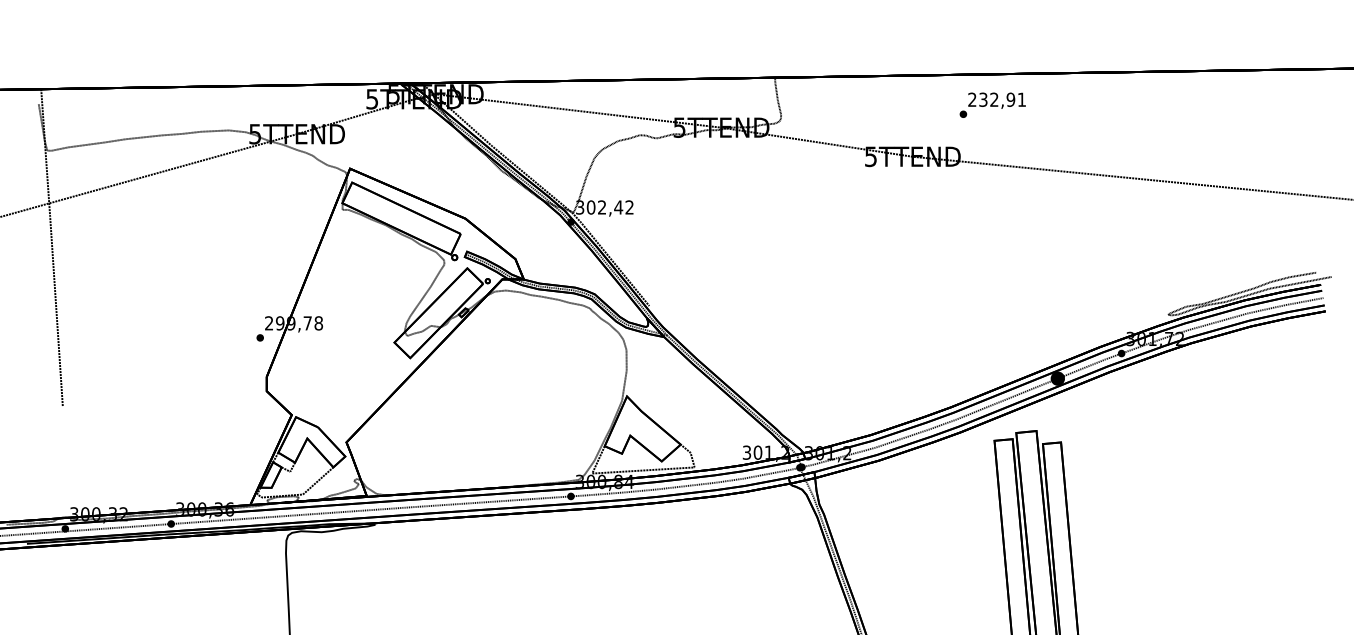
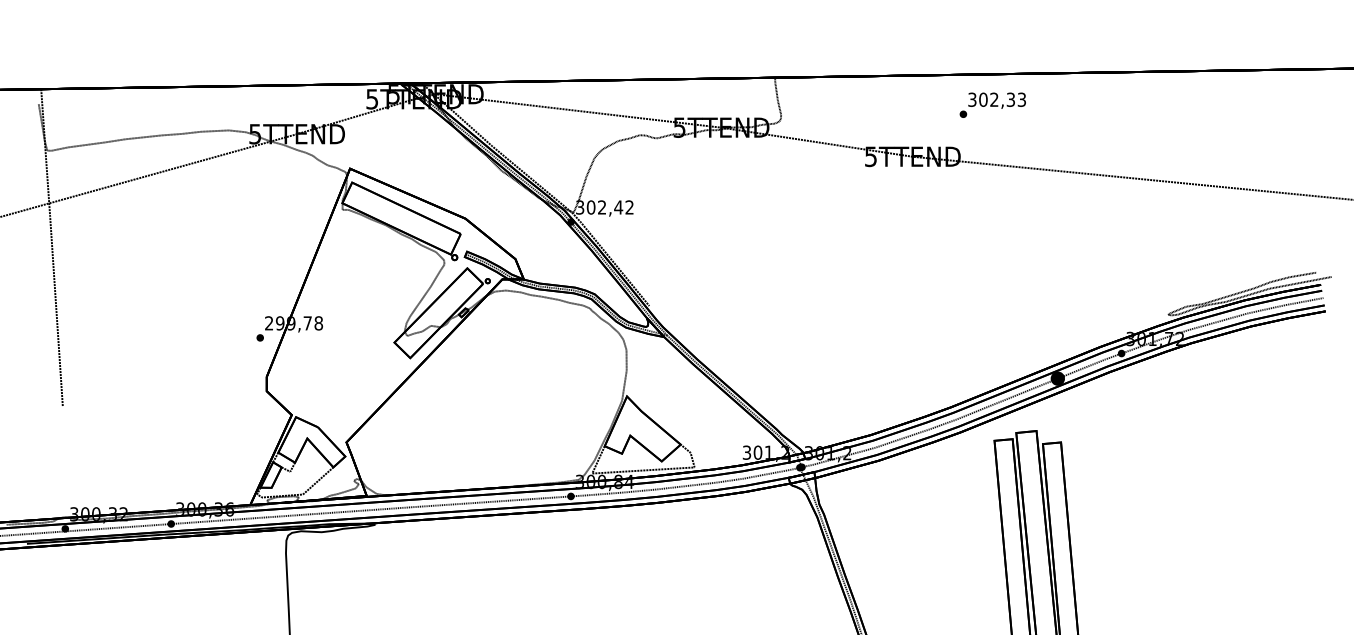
text at (996, 99): 232,91 -> 302,33
